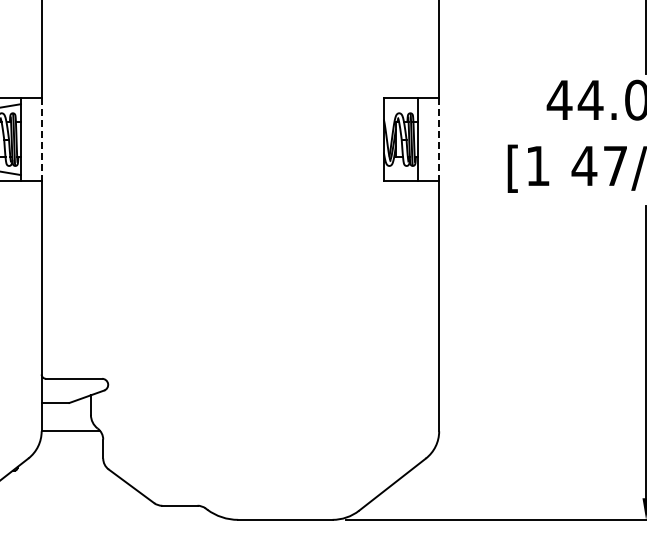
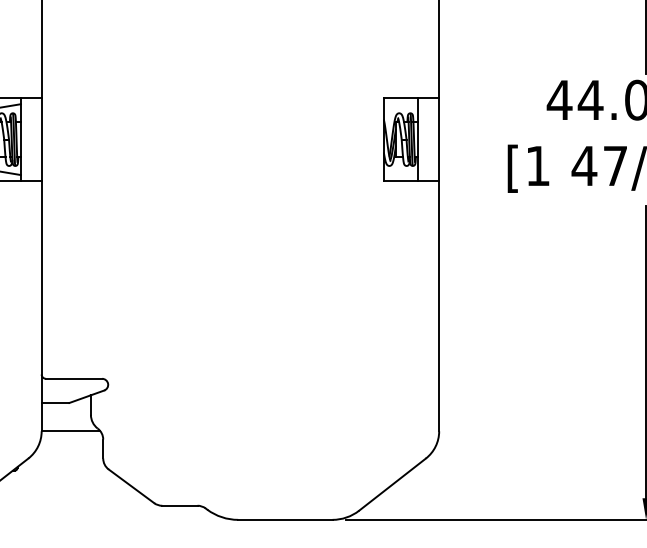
line at (41, 140): dashed -> solid
line at (439, 140): dashed -> solid
